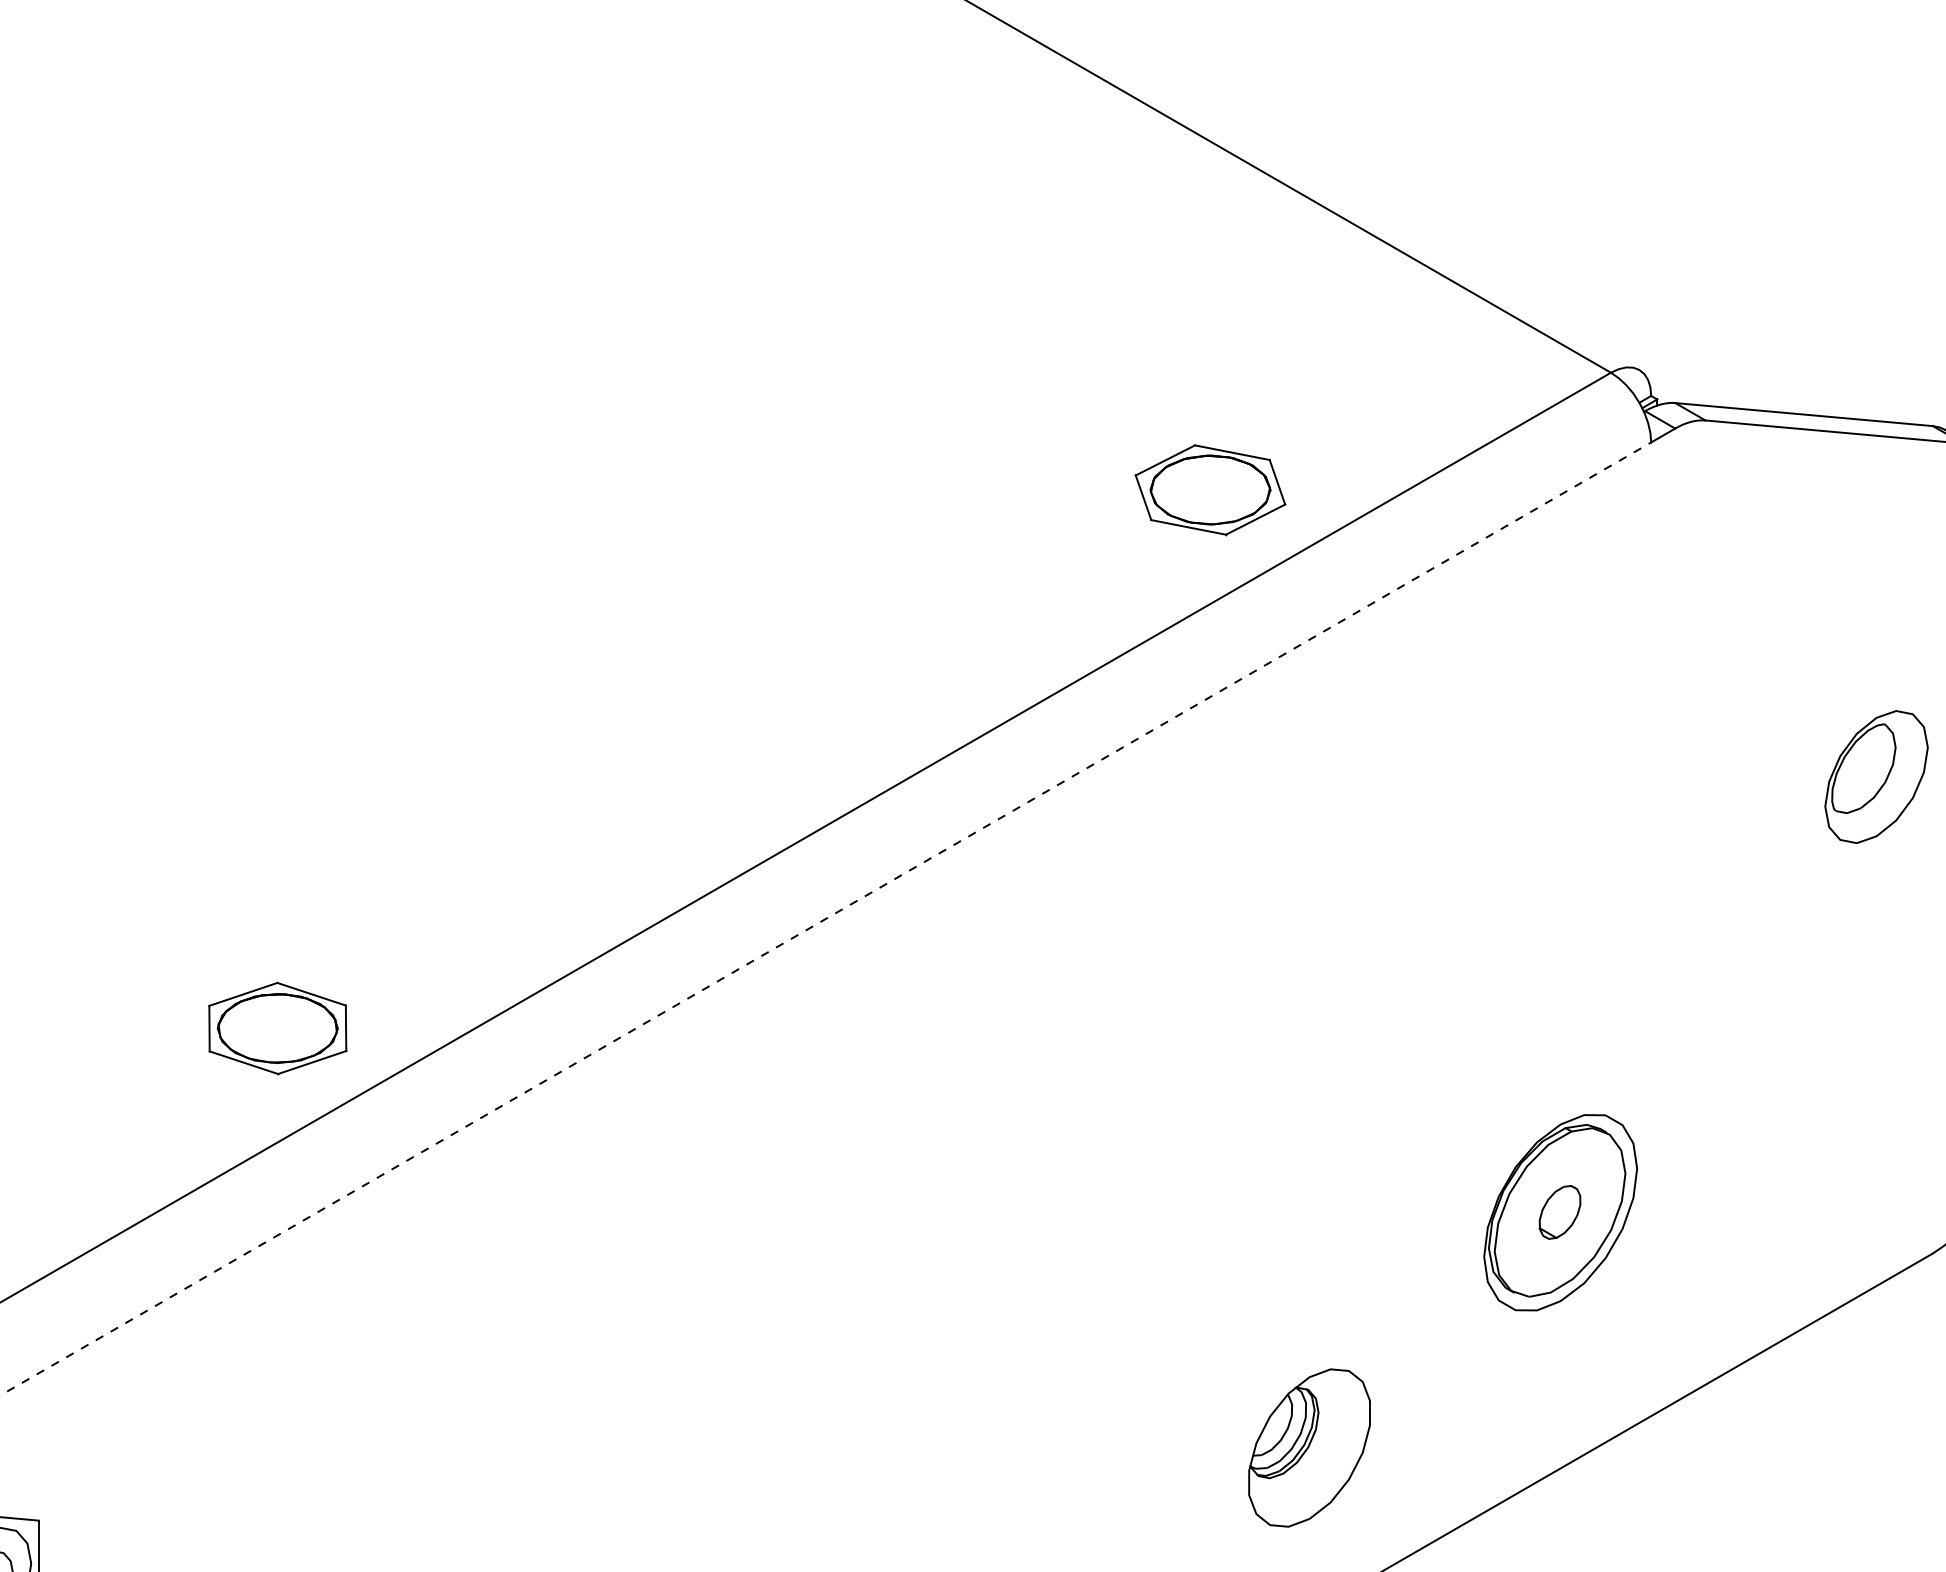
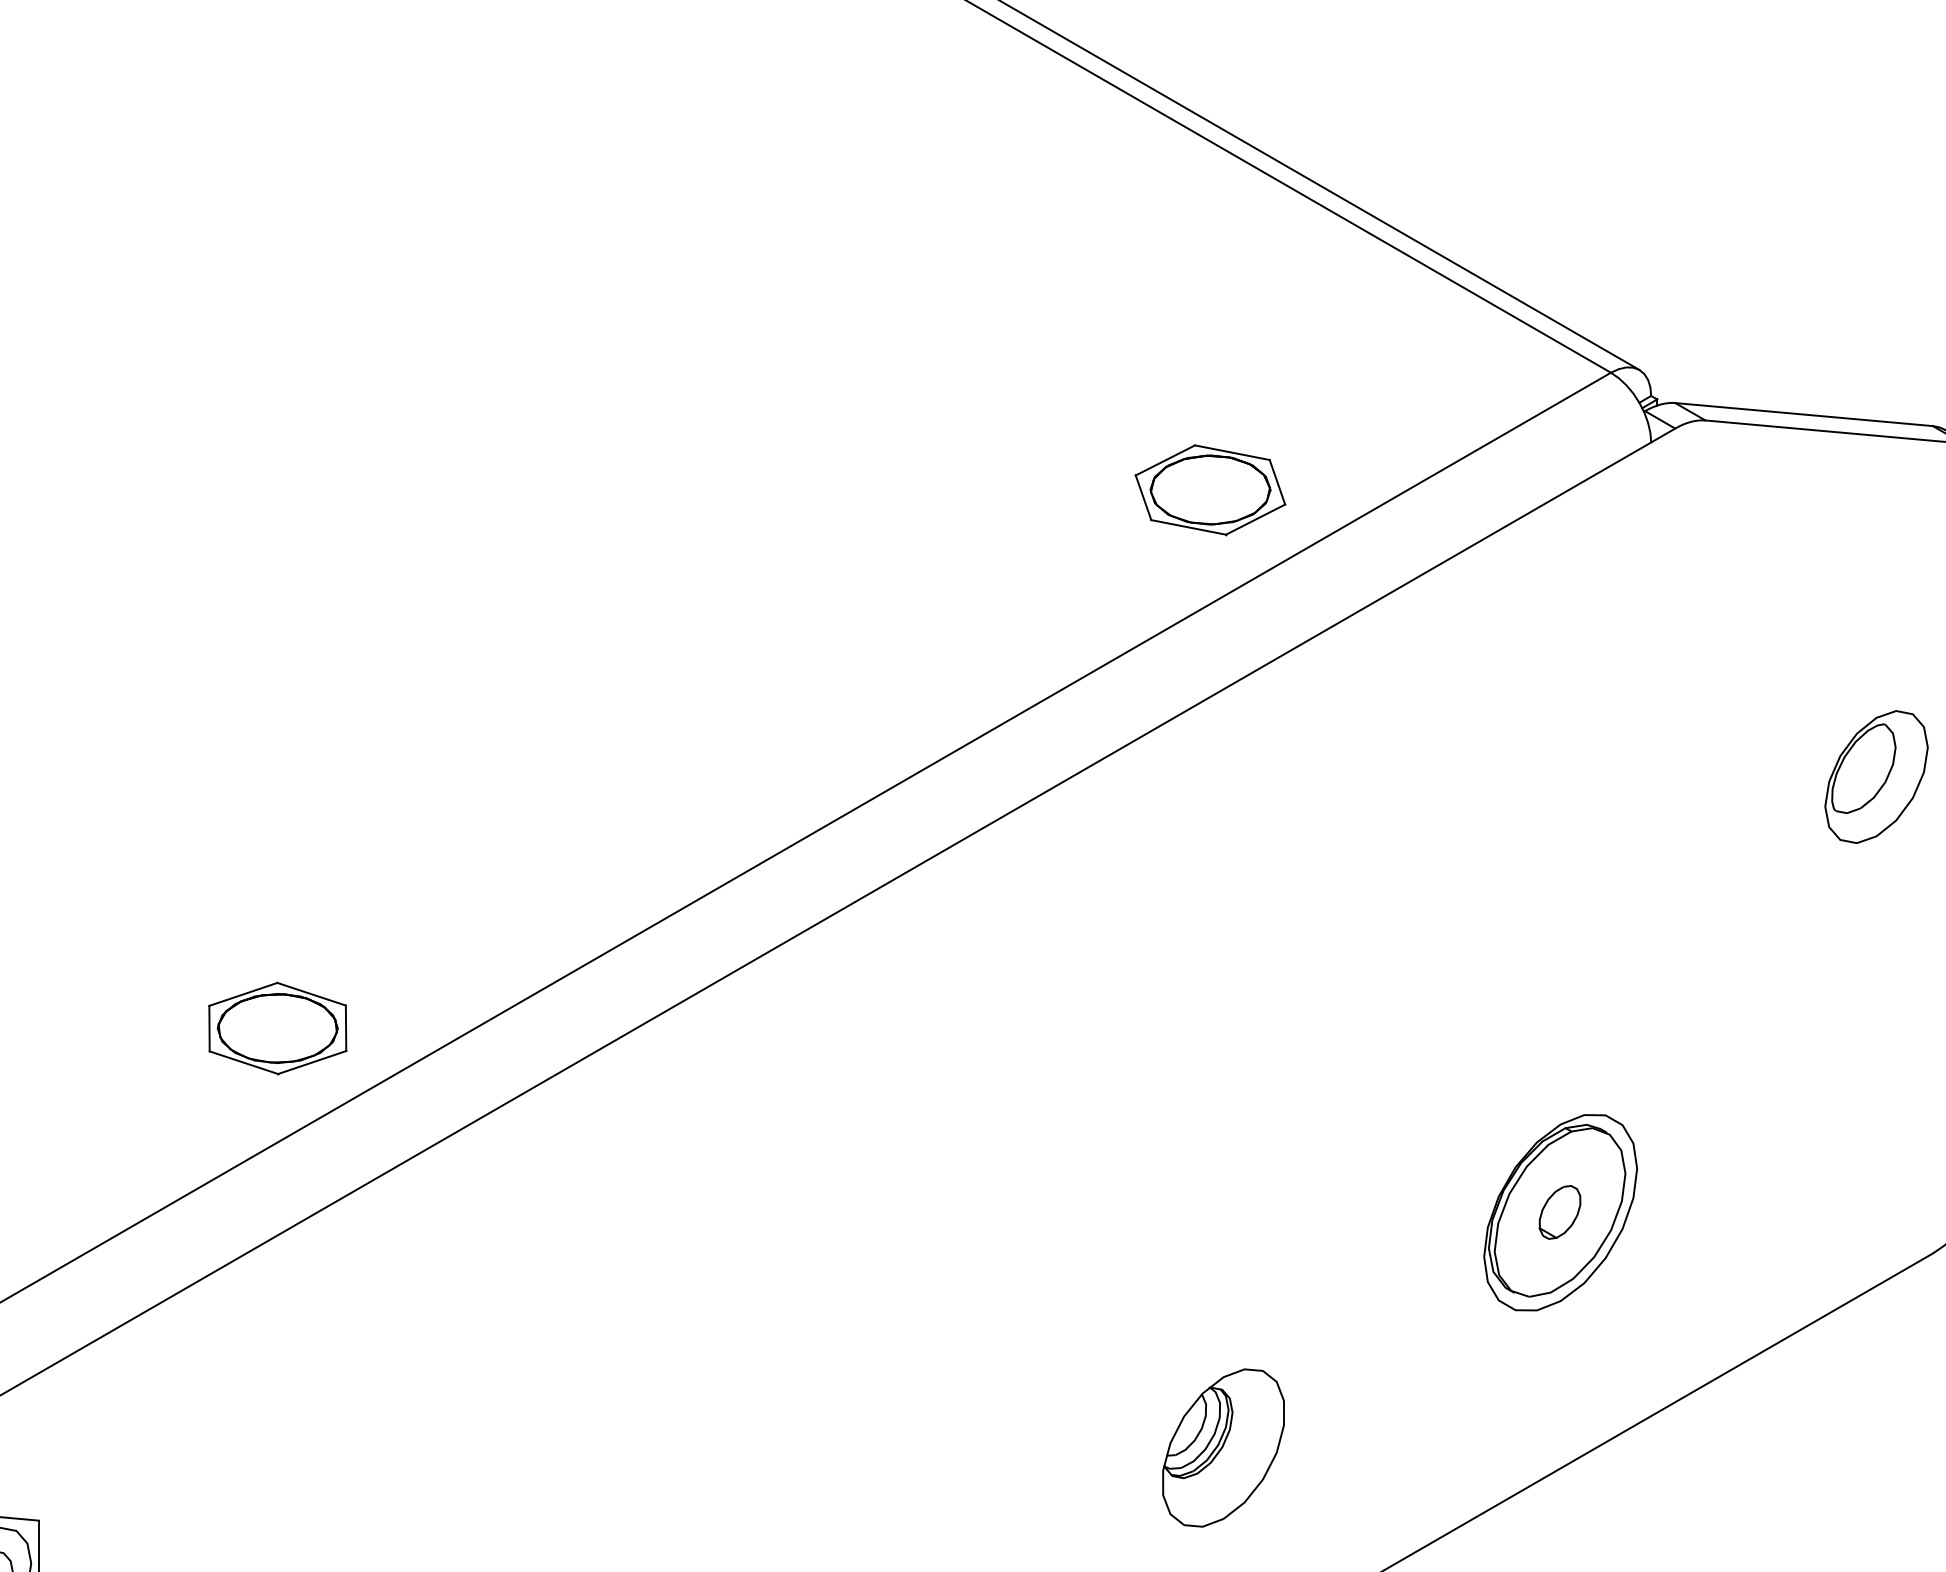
line at (1320, 185): none -> present
line at (825, 918): dashed -> solid
part at (1309, 1447) position: (1309, 1447) -> (1223, 1447)
